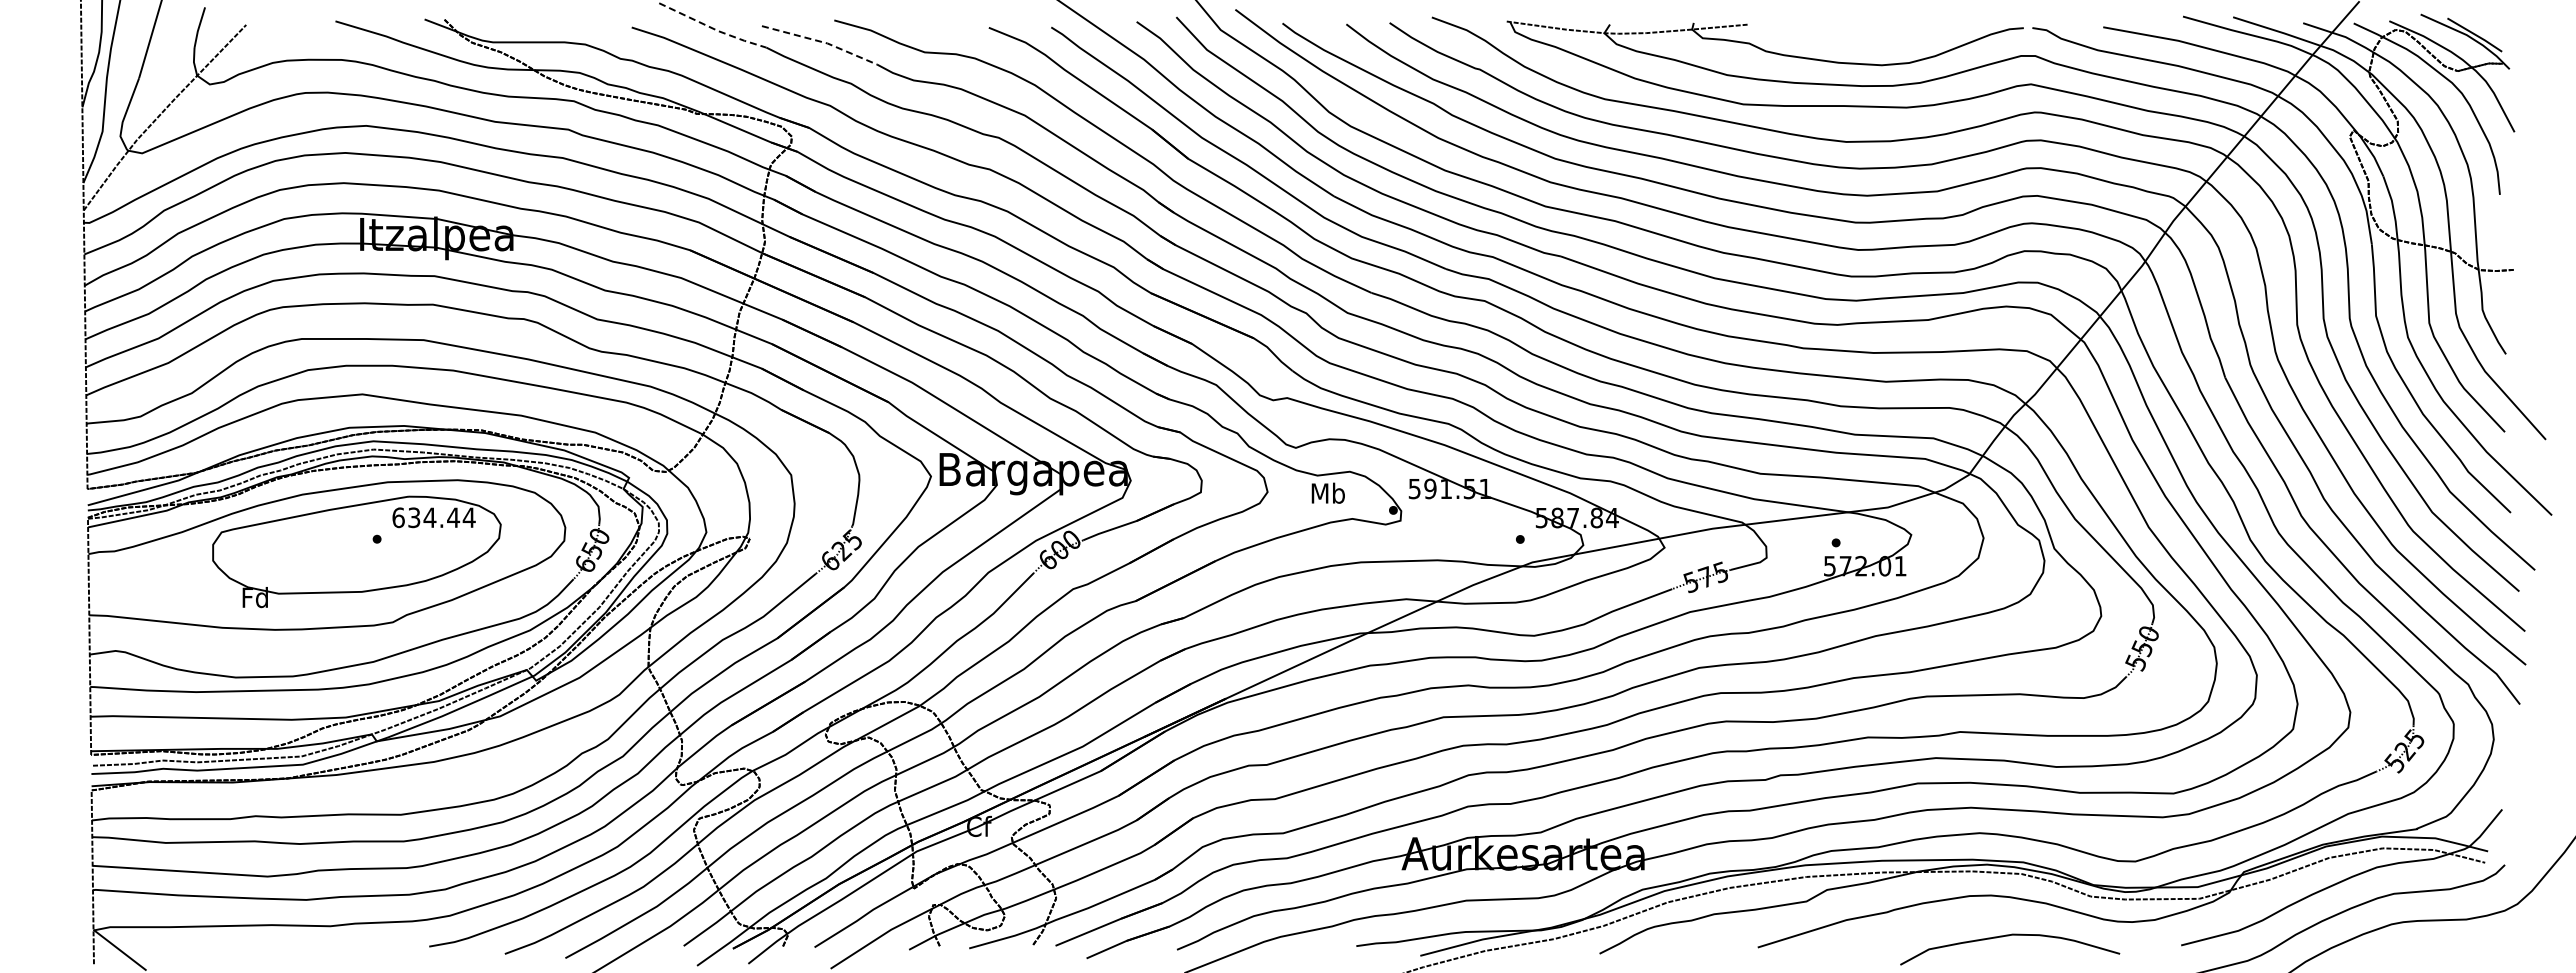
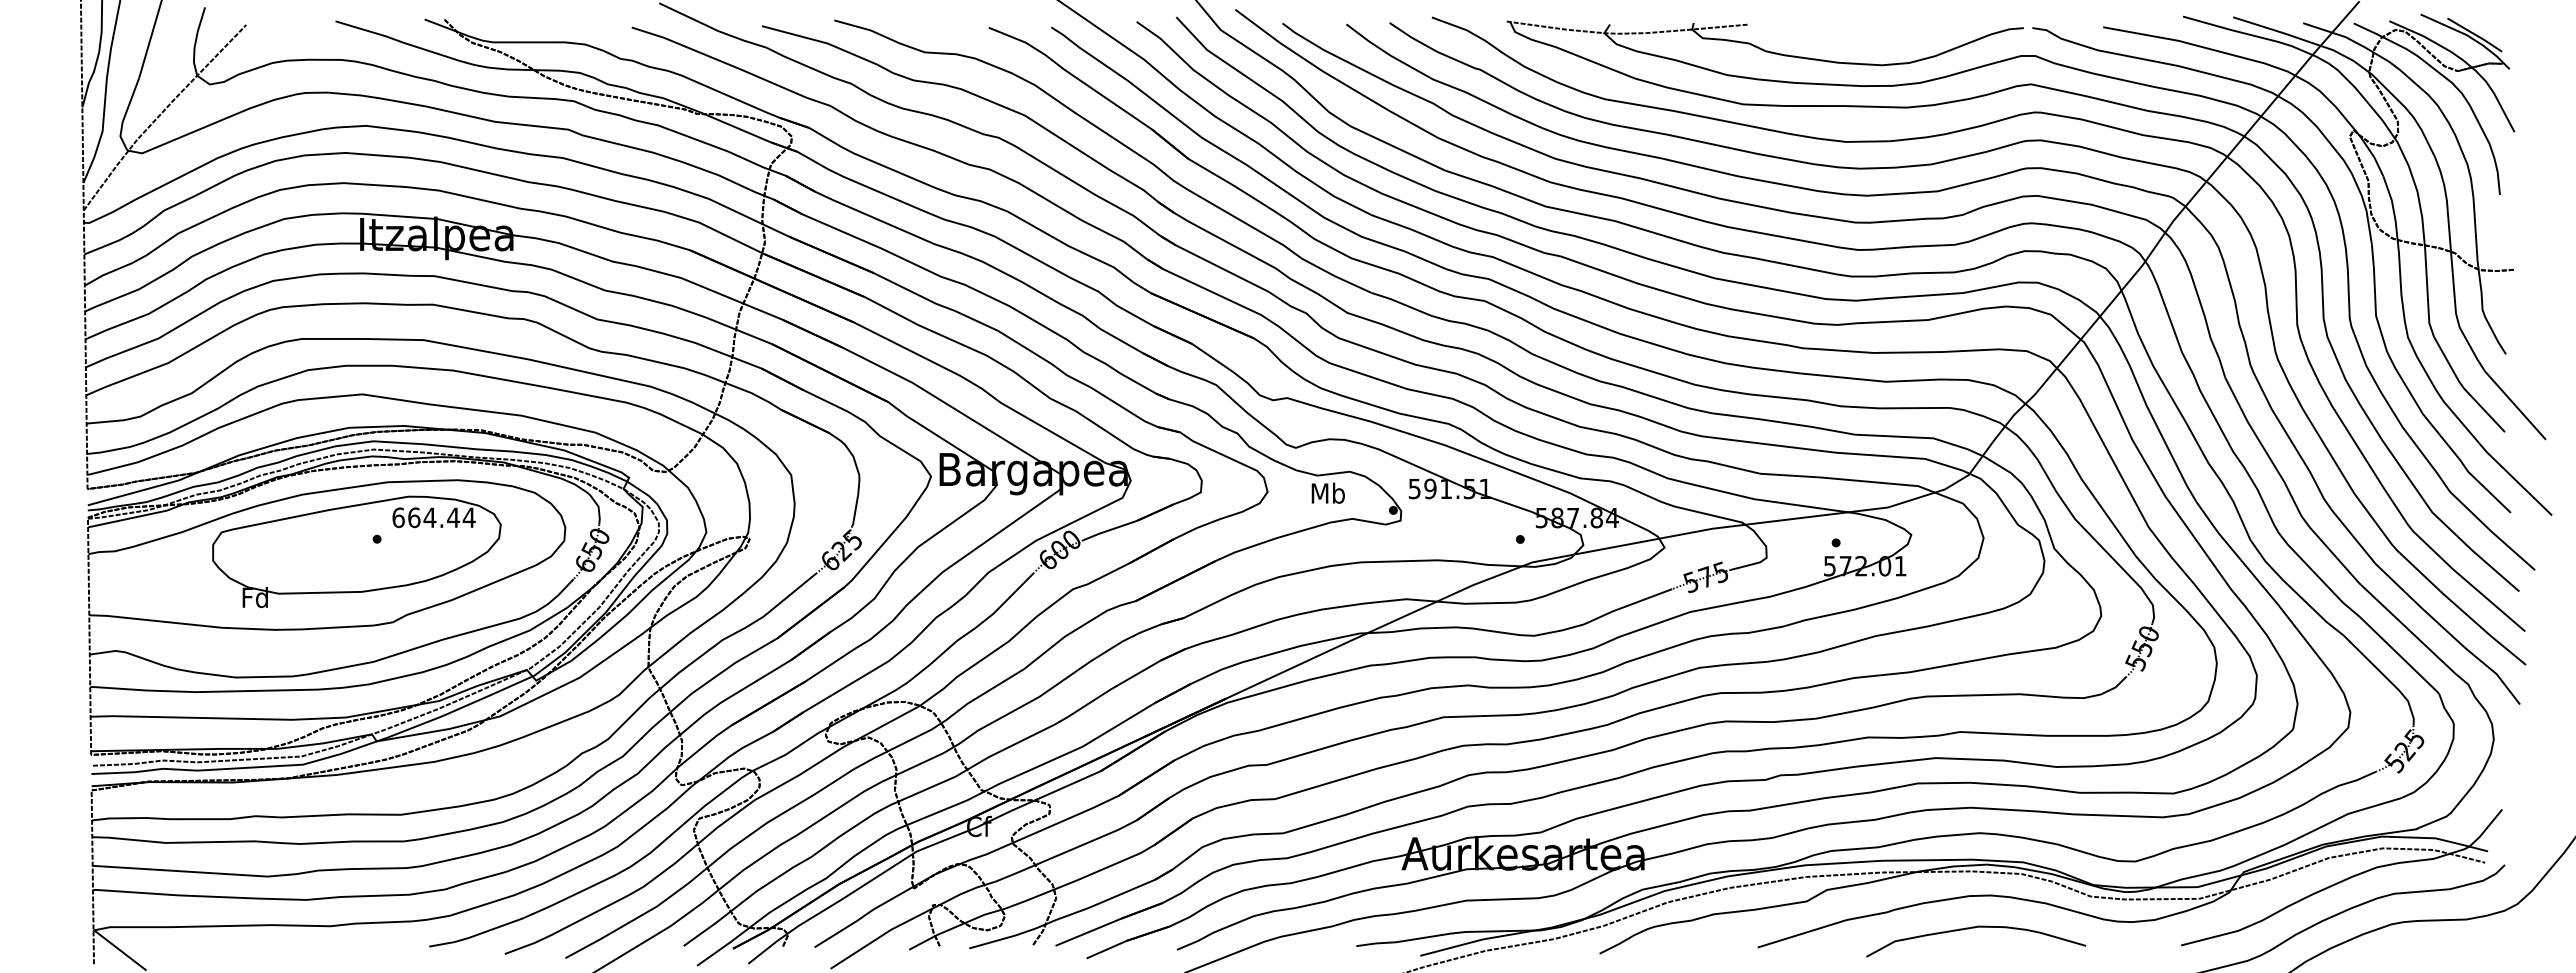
line at (713, 28): dashed -> solid
line at (821, 41): dashed -> solid
text at (414, 517): 634.44 -> 664.44
curve at (2009, 936) position: (2009, 936) -> (1975, 928)
